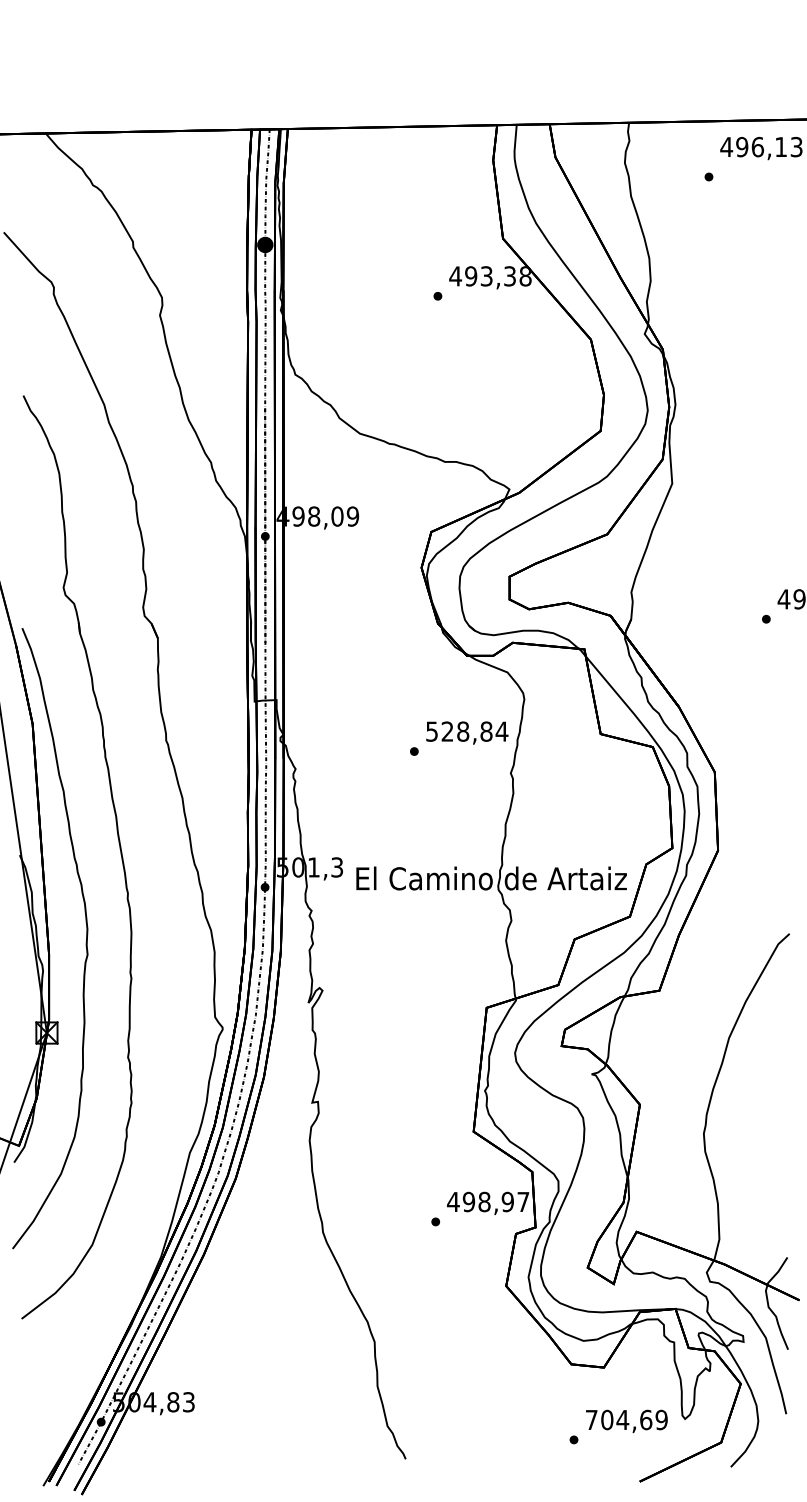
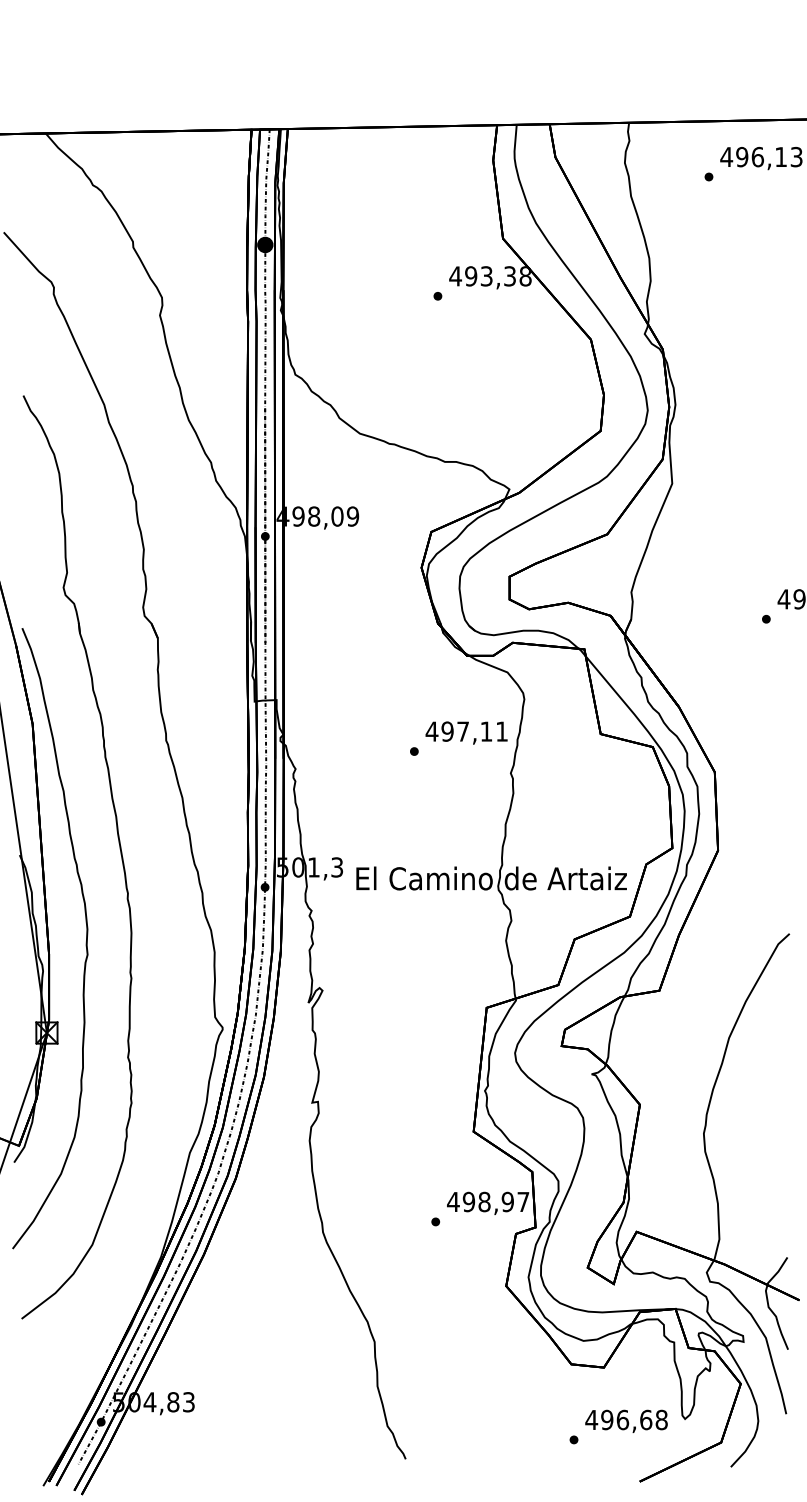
text at (761, 148) position: (761, 148) -> (761, 158)
text at (466, 731): 528,84 -> 497,11
text at (626, 1419): 704,69 -> 496,68
